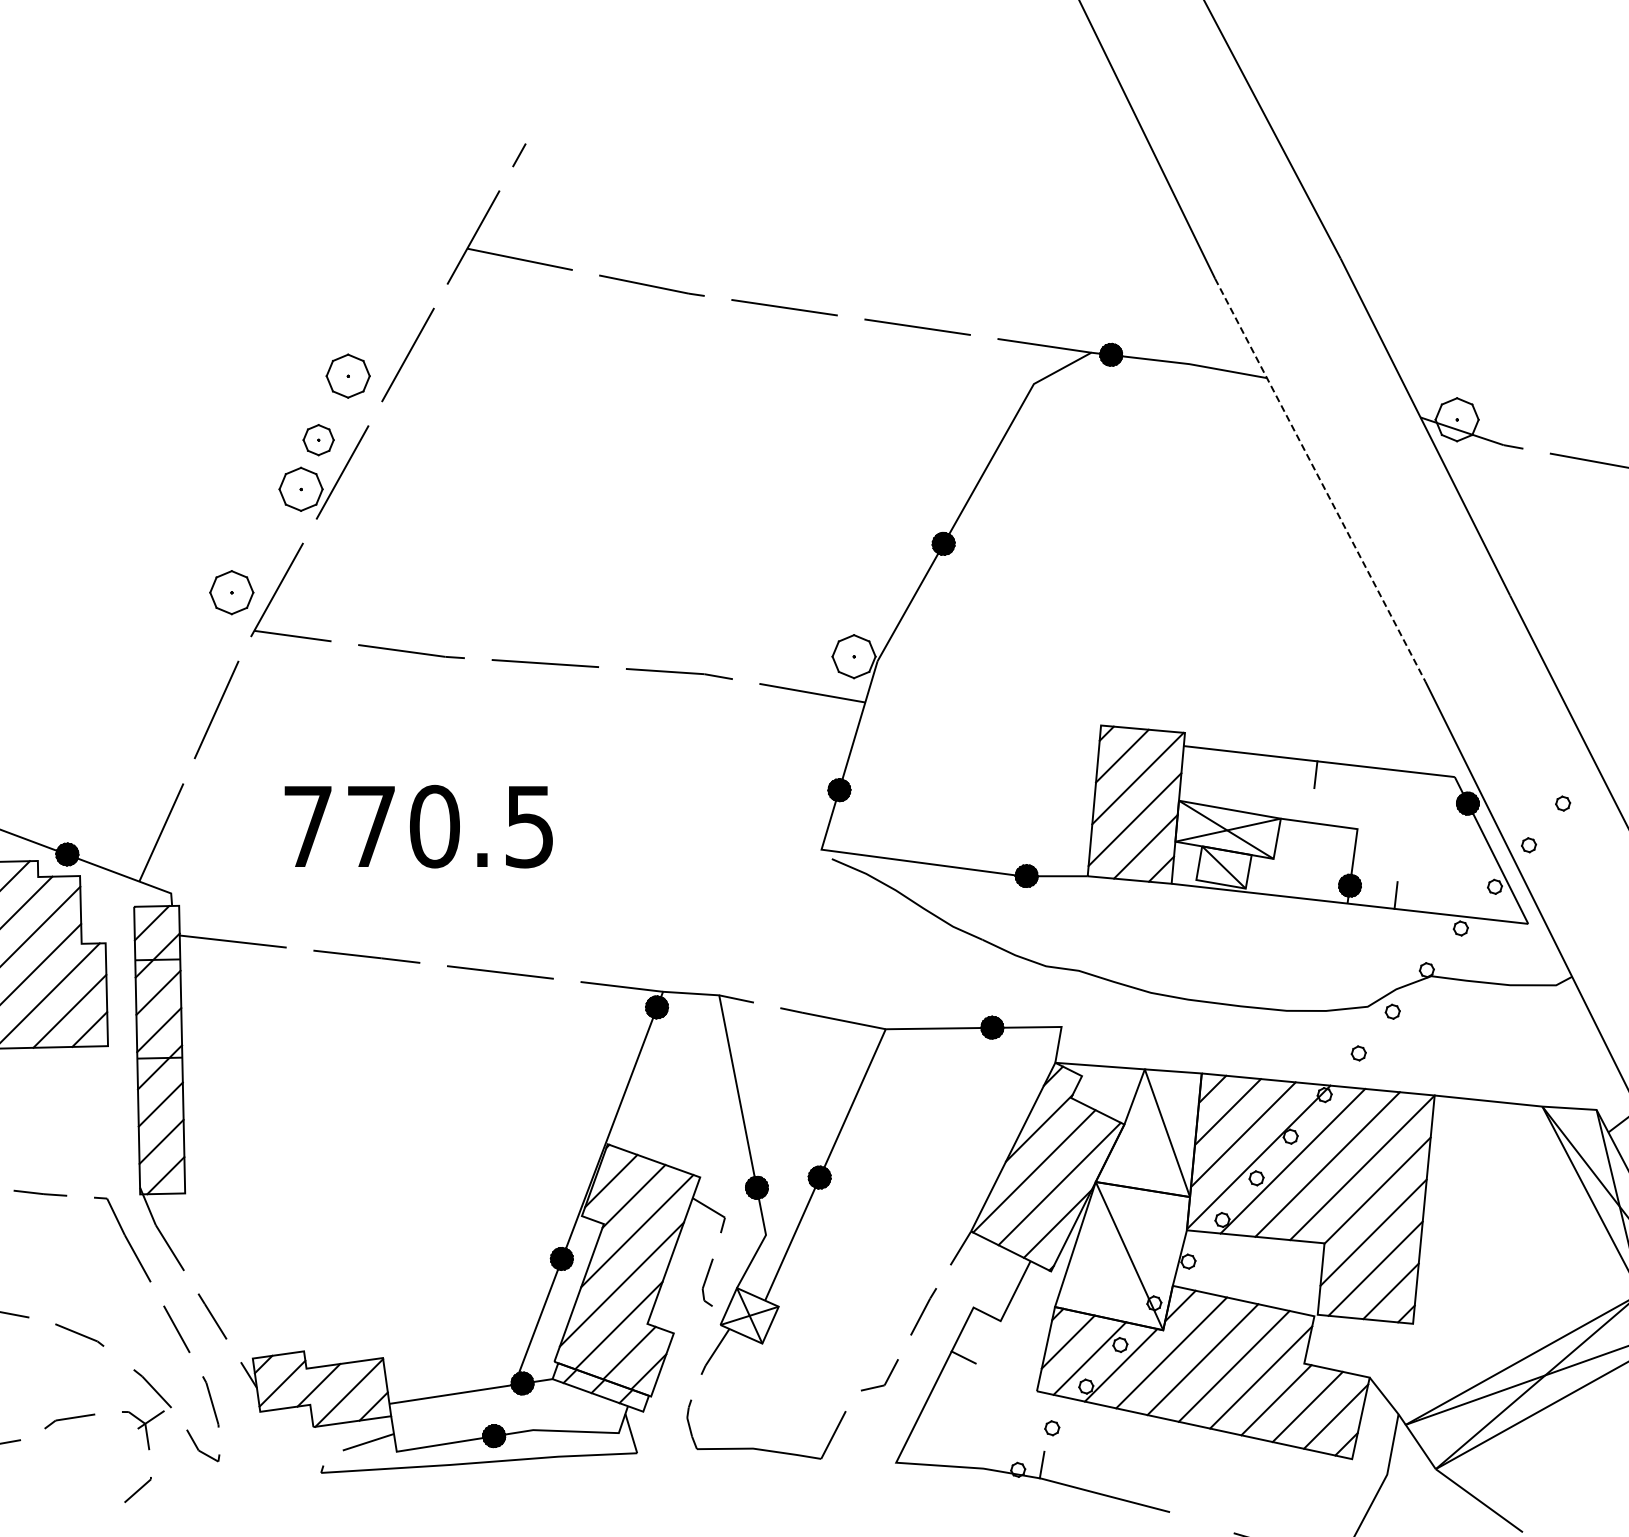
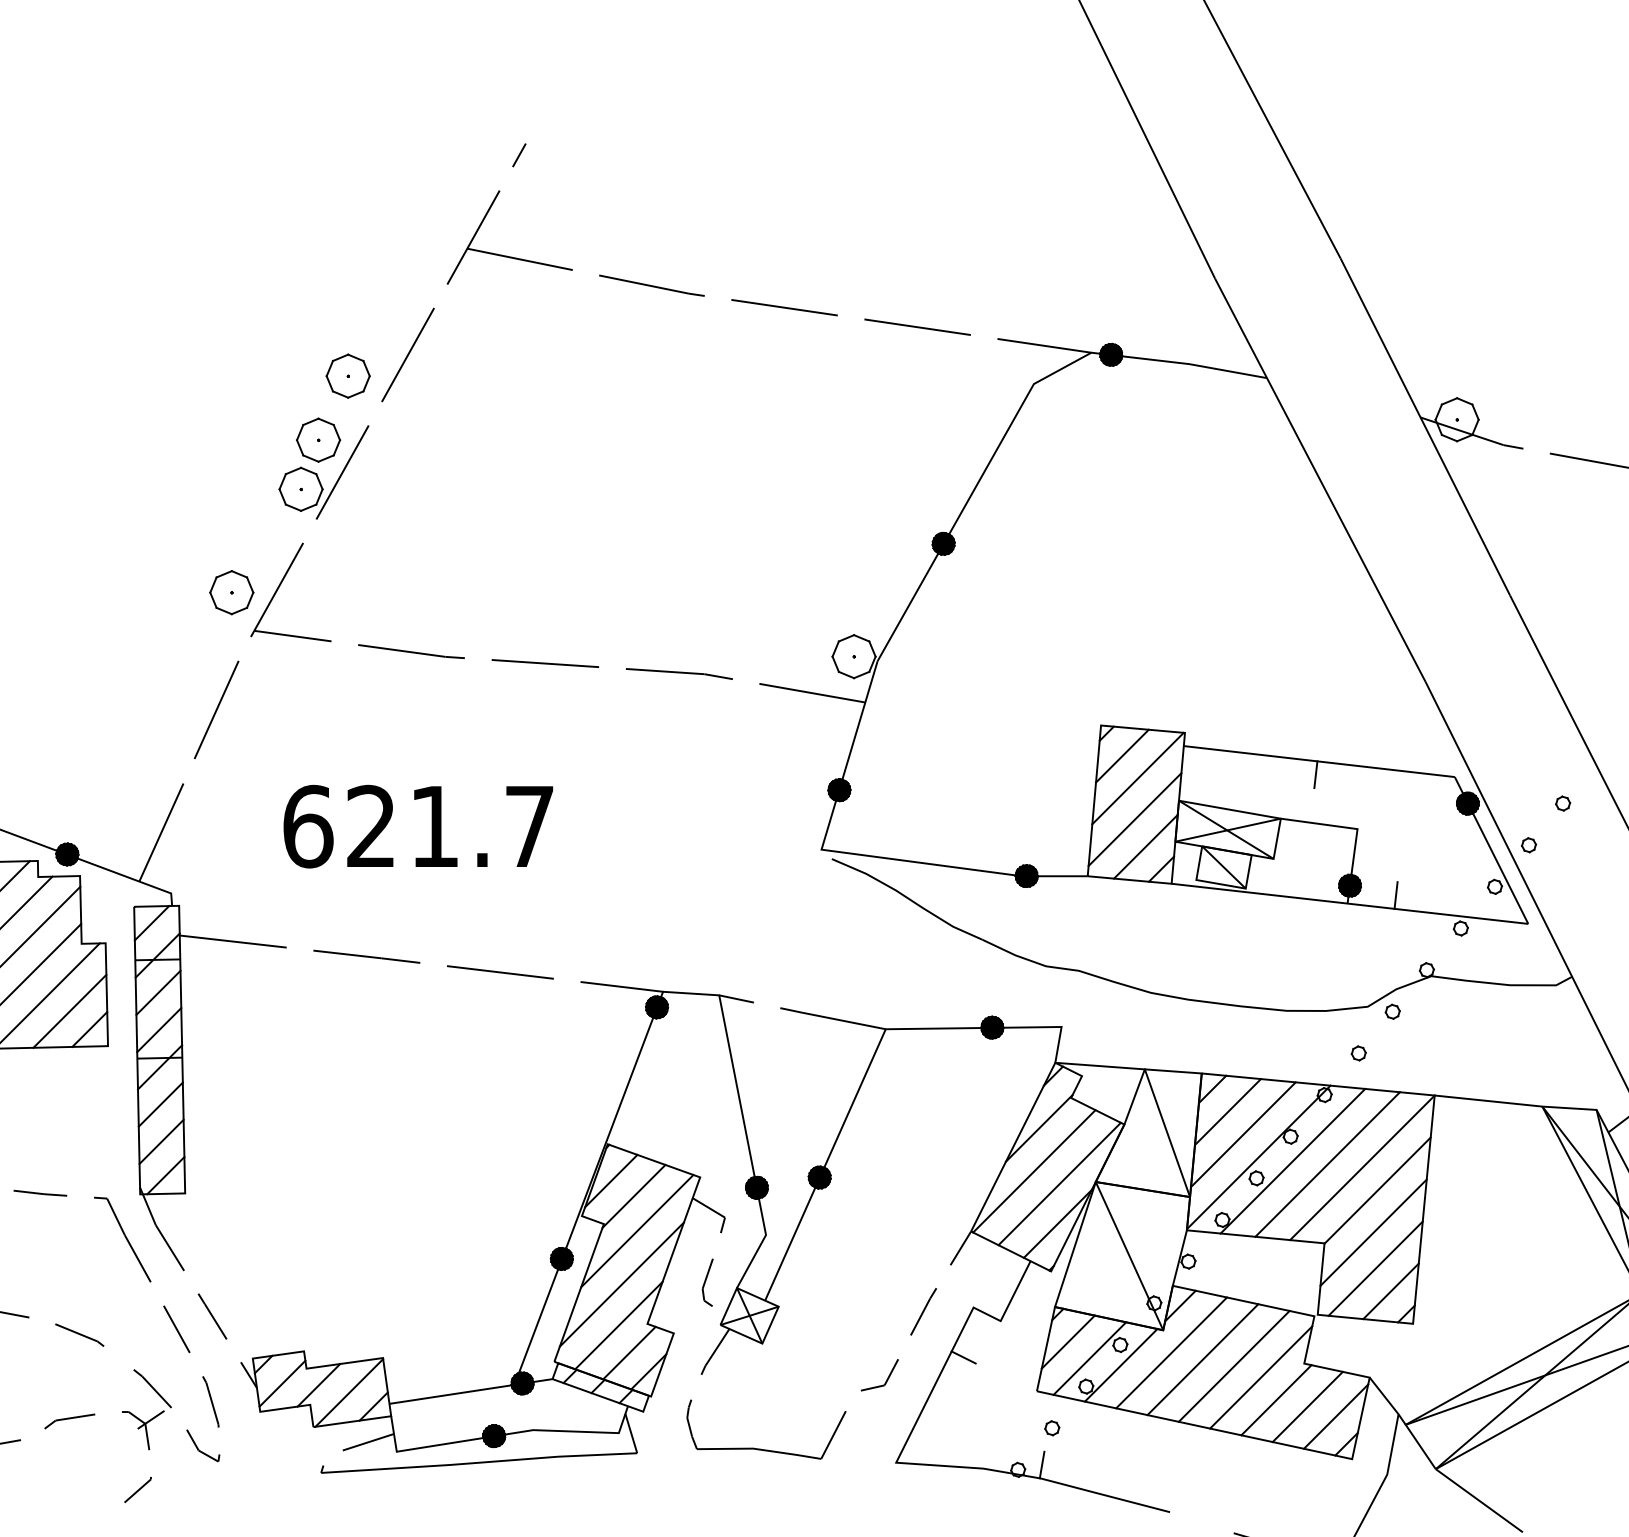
part at (318, 440) size: 33x33 px -> 46x46 px
line at (1320, 480): dashed -> solid
text at (418, 826): 770.5 -> 621.7
